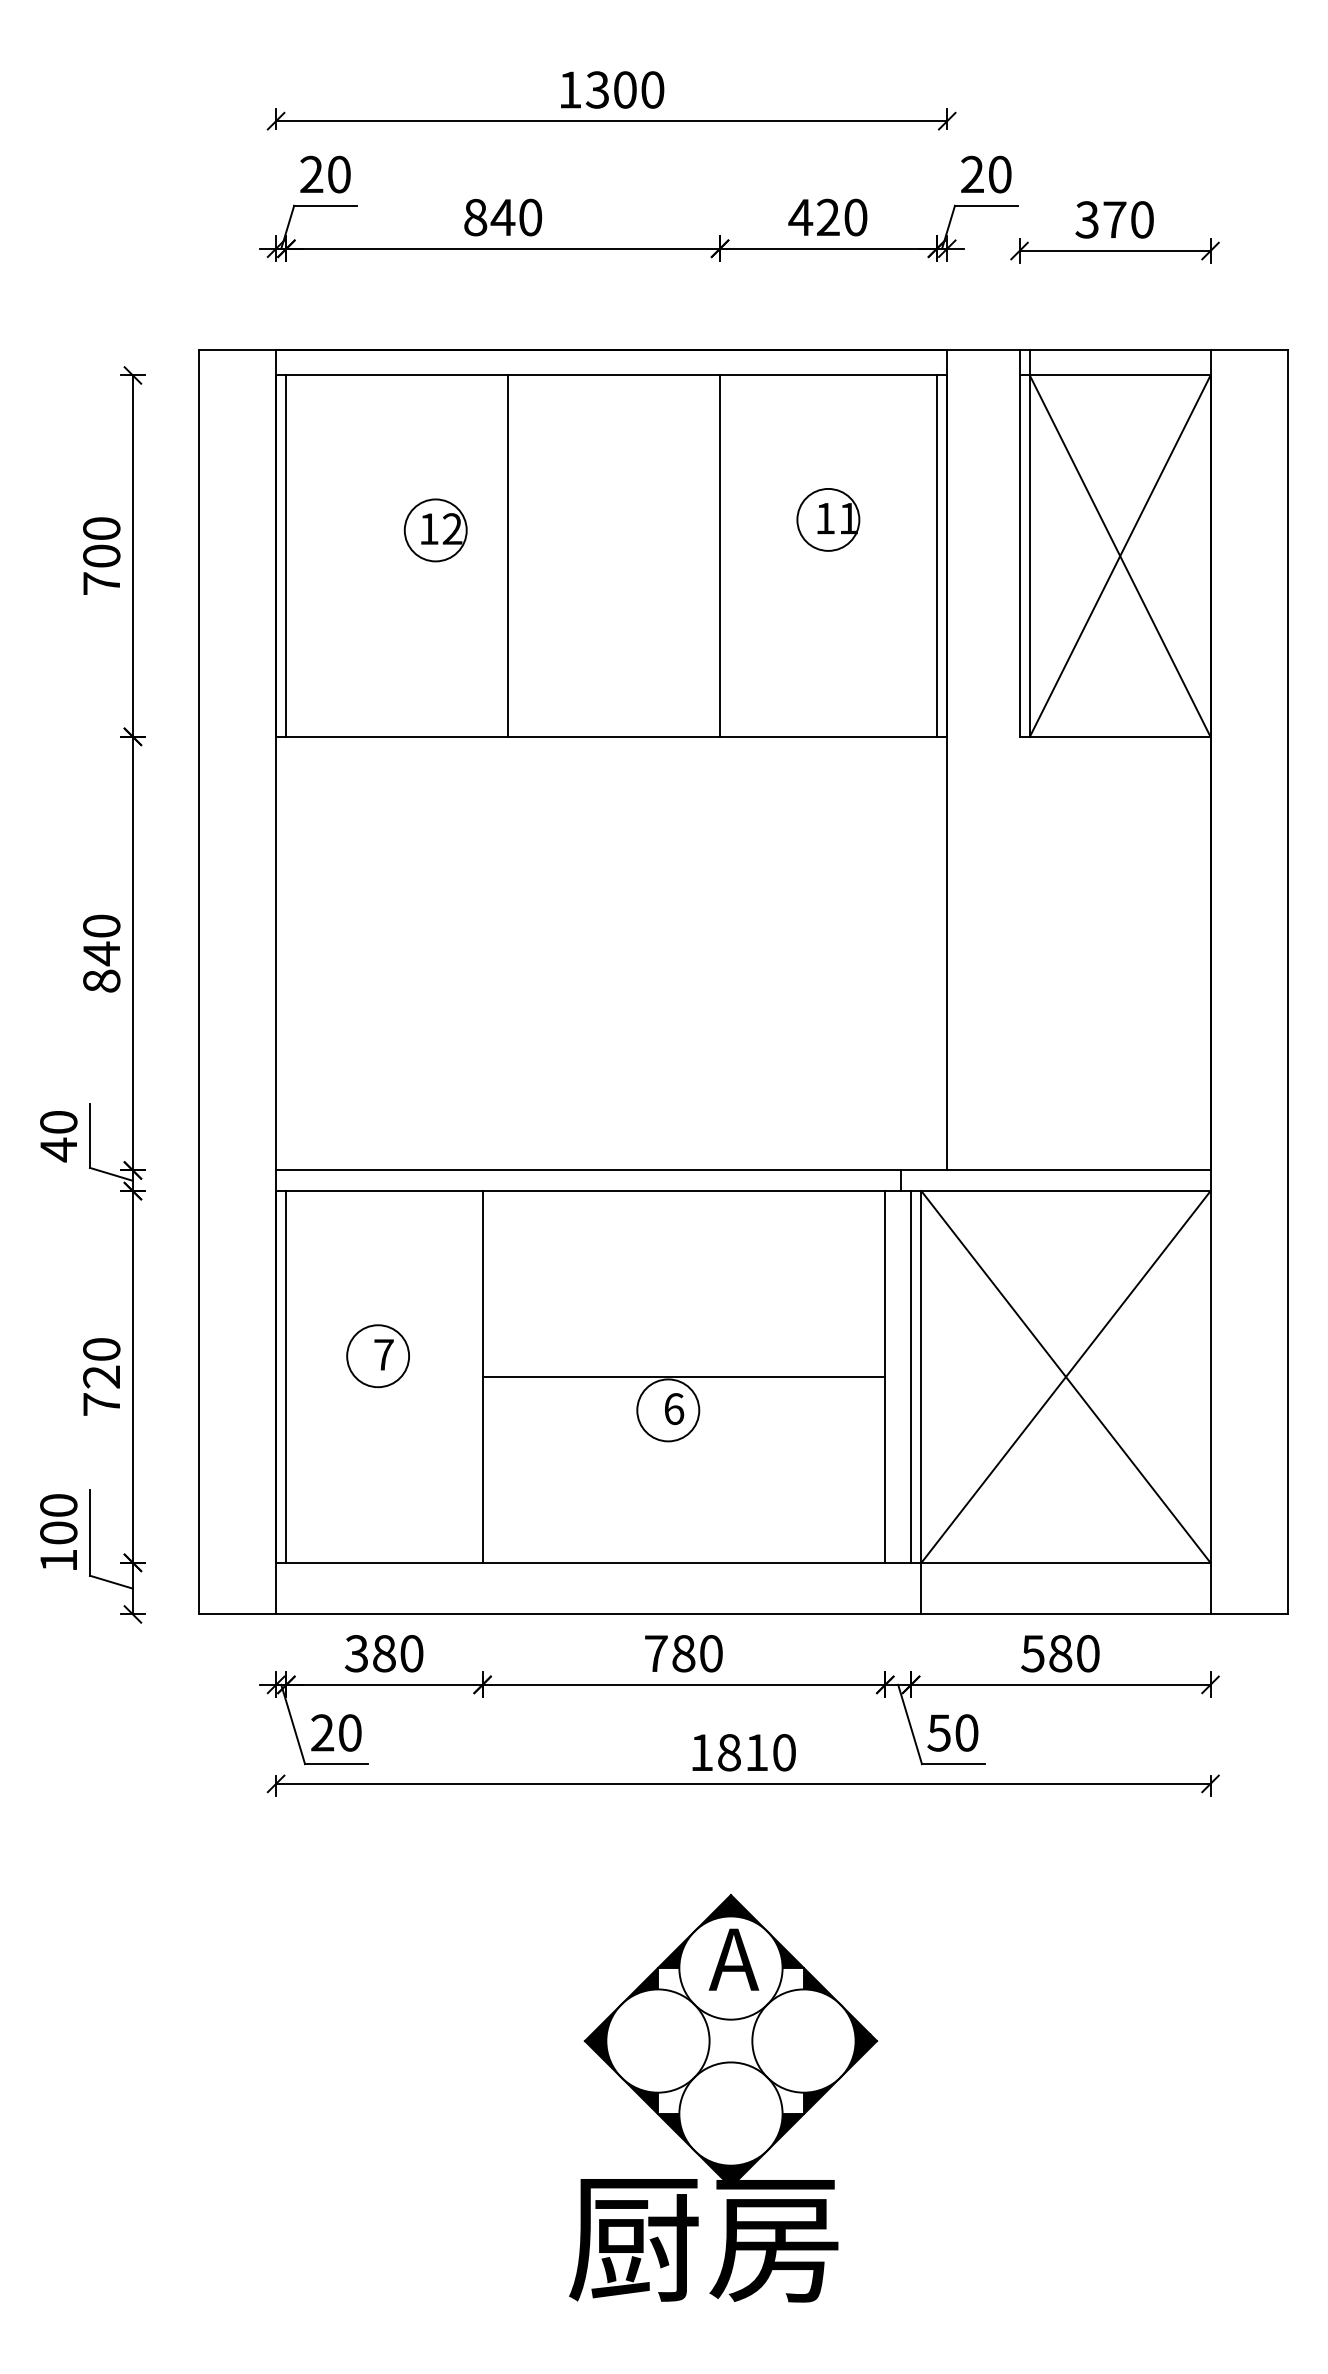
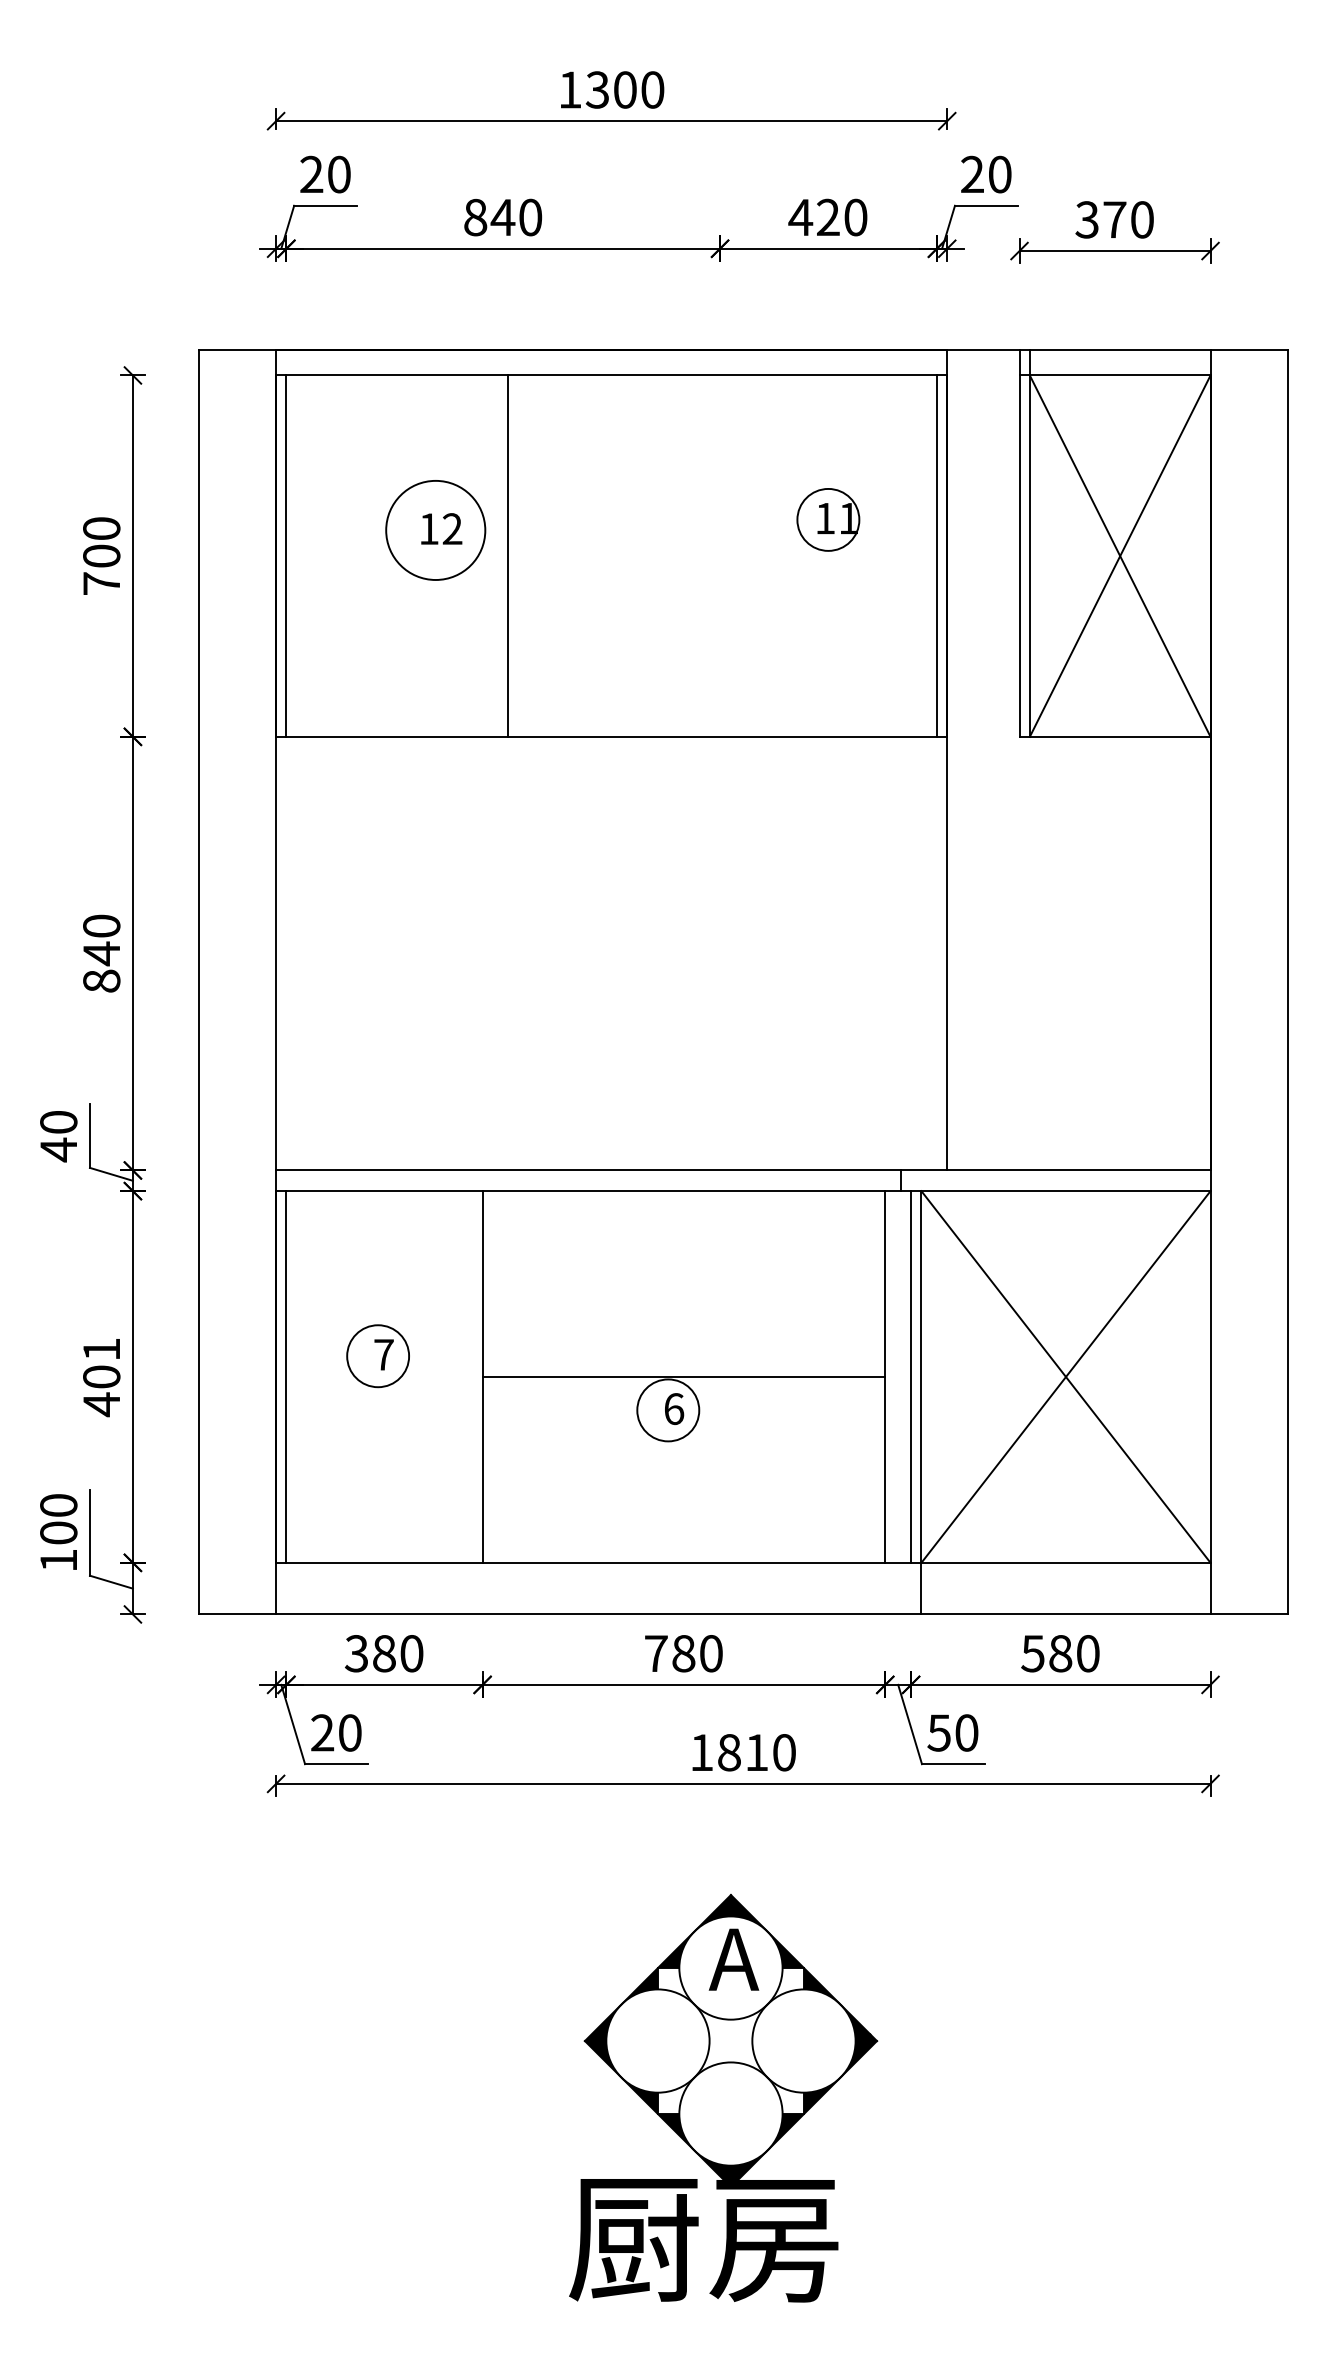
circle at (435, 530) diameter: 62 px -> 99 px
line at (720, 555): present -> none
text at (101, 1377): 720 -> 401
